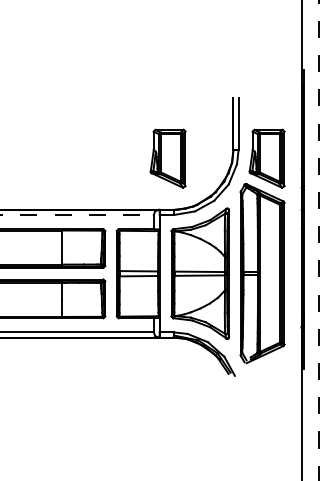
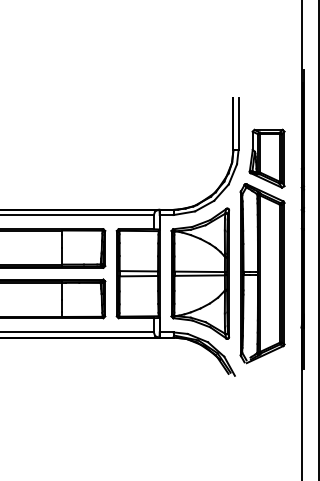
part at (167, 158): present -> none
line at (76, 215): dashed -> solid
line at (319, 241): dashed -> solid
